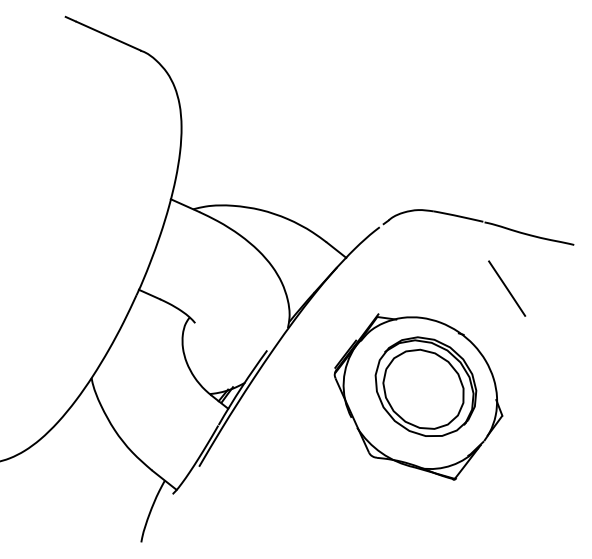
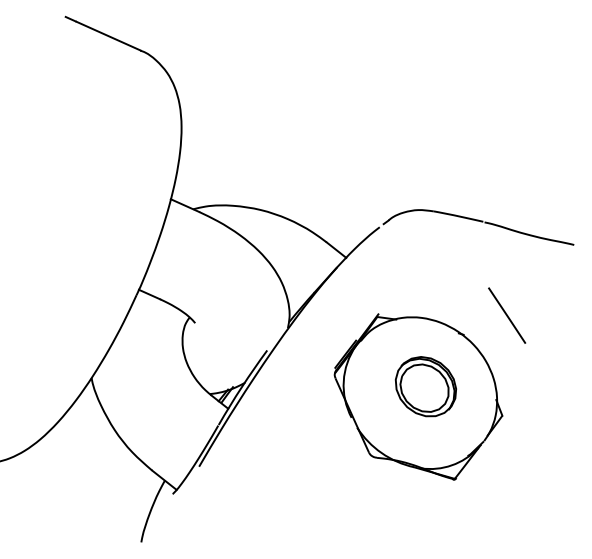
line at (507, 288) position: (507, 288) -> (507, 315)
part at (425, 386) size: 104x101 px -> 63x62 px
